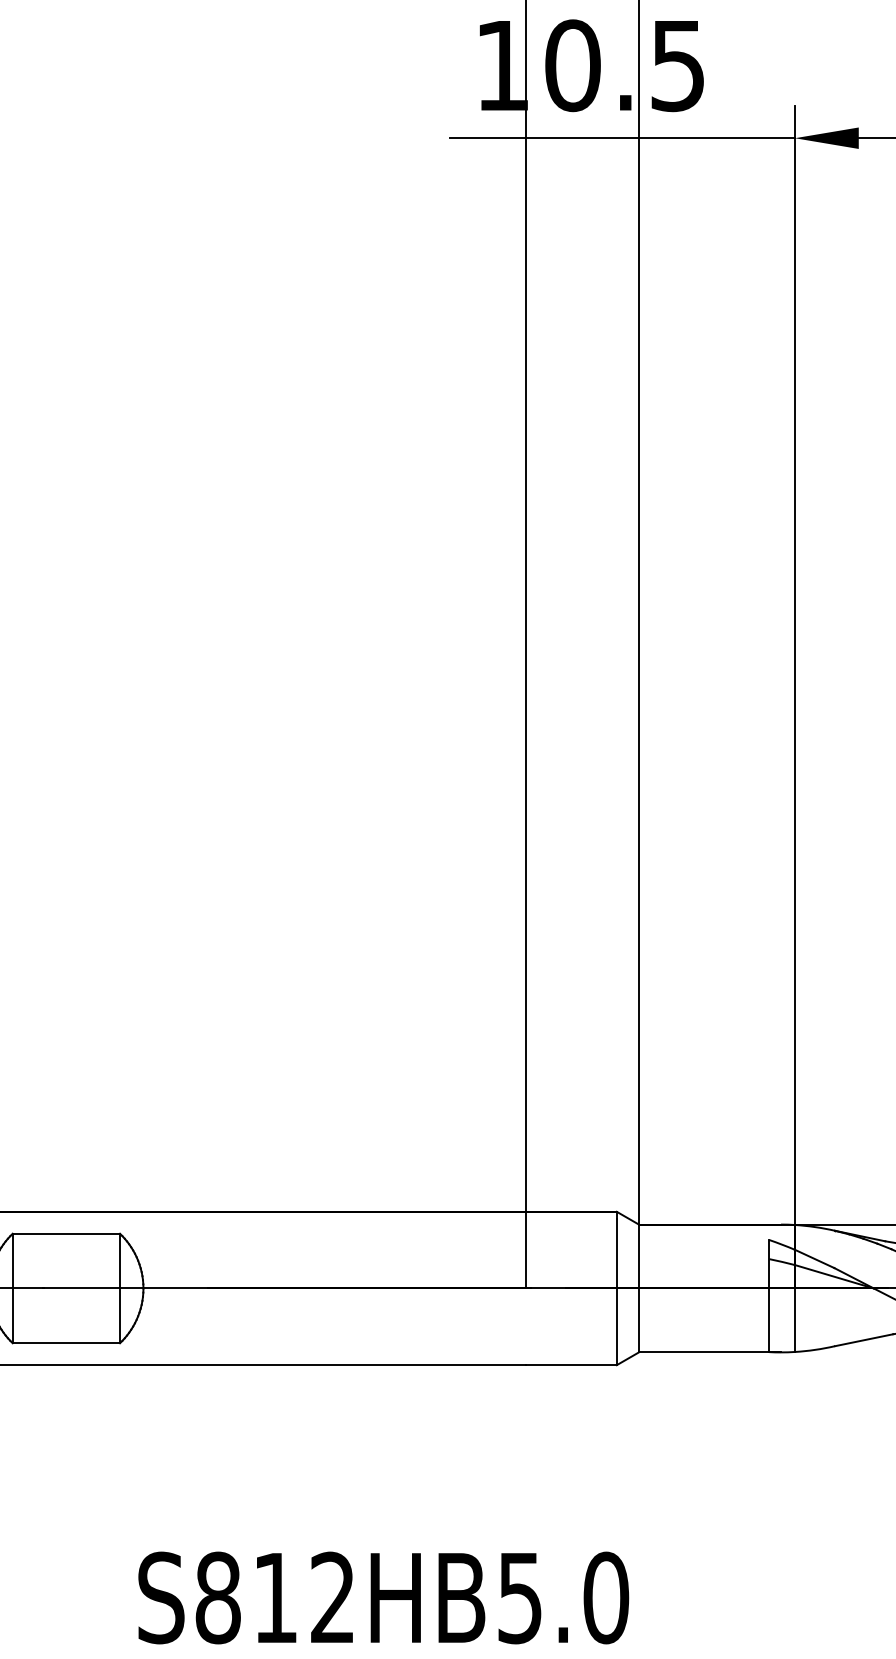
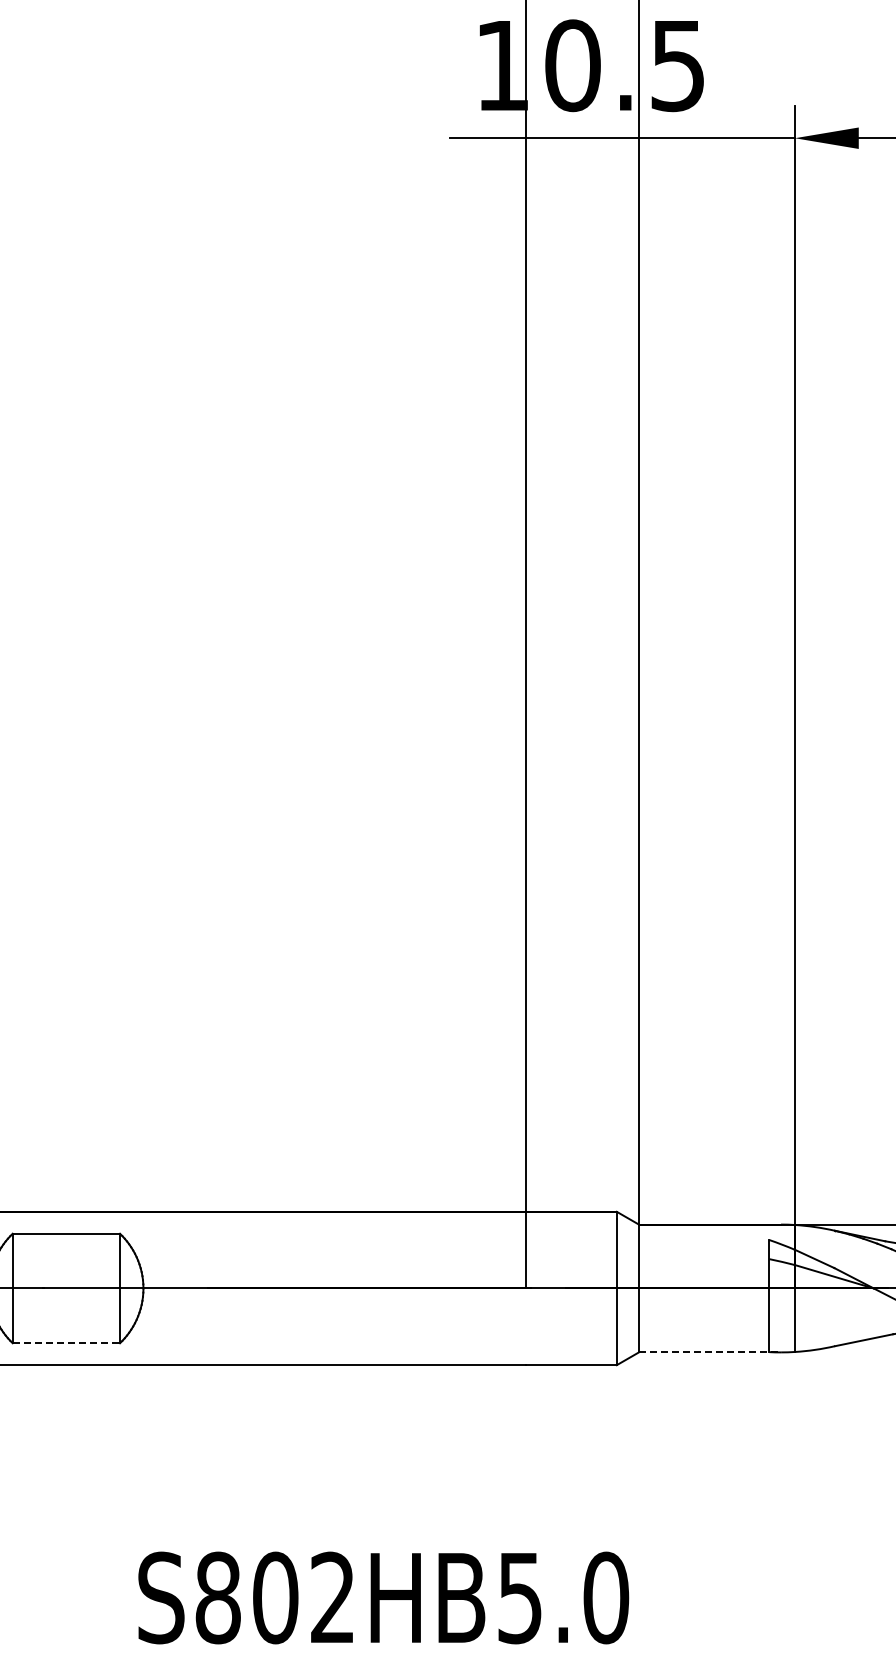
line at (66, 1343): solid -> dashed
line at (710, 1352): solid -> dashed
text at (275, 1597): S812HB5.0 -> S802HB5.0
